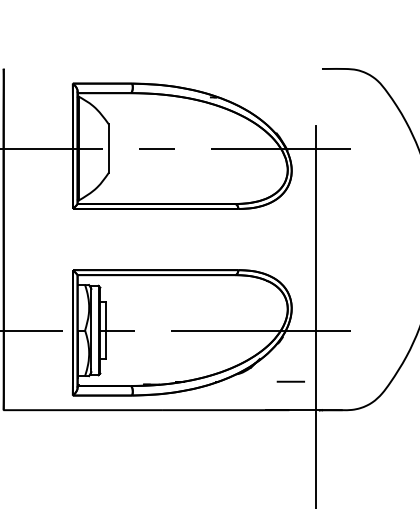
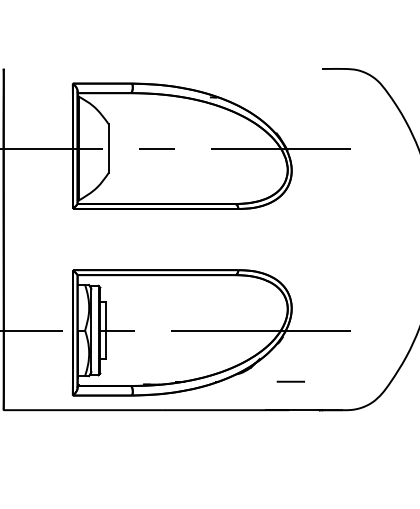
line at (316, 315): present -> none
